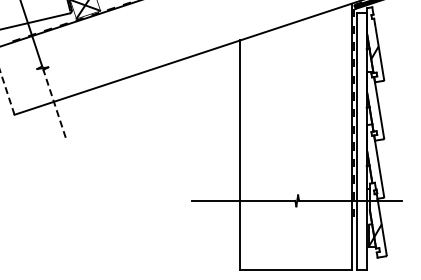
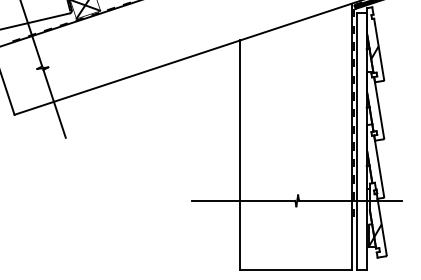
line at (7, 92): dashed -> solid
line at (54, 103): dashed -> solid
